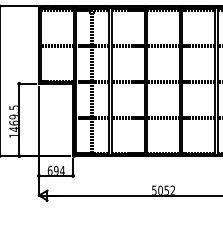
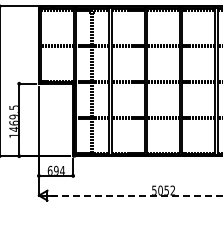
line at (135, 195): solid -> dashed
